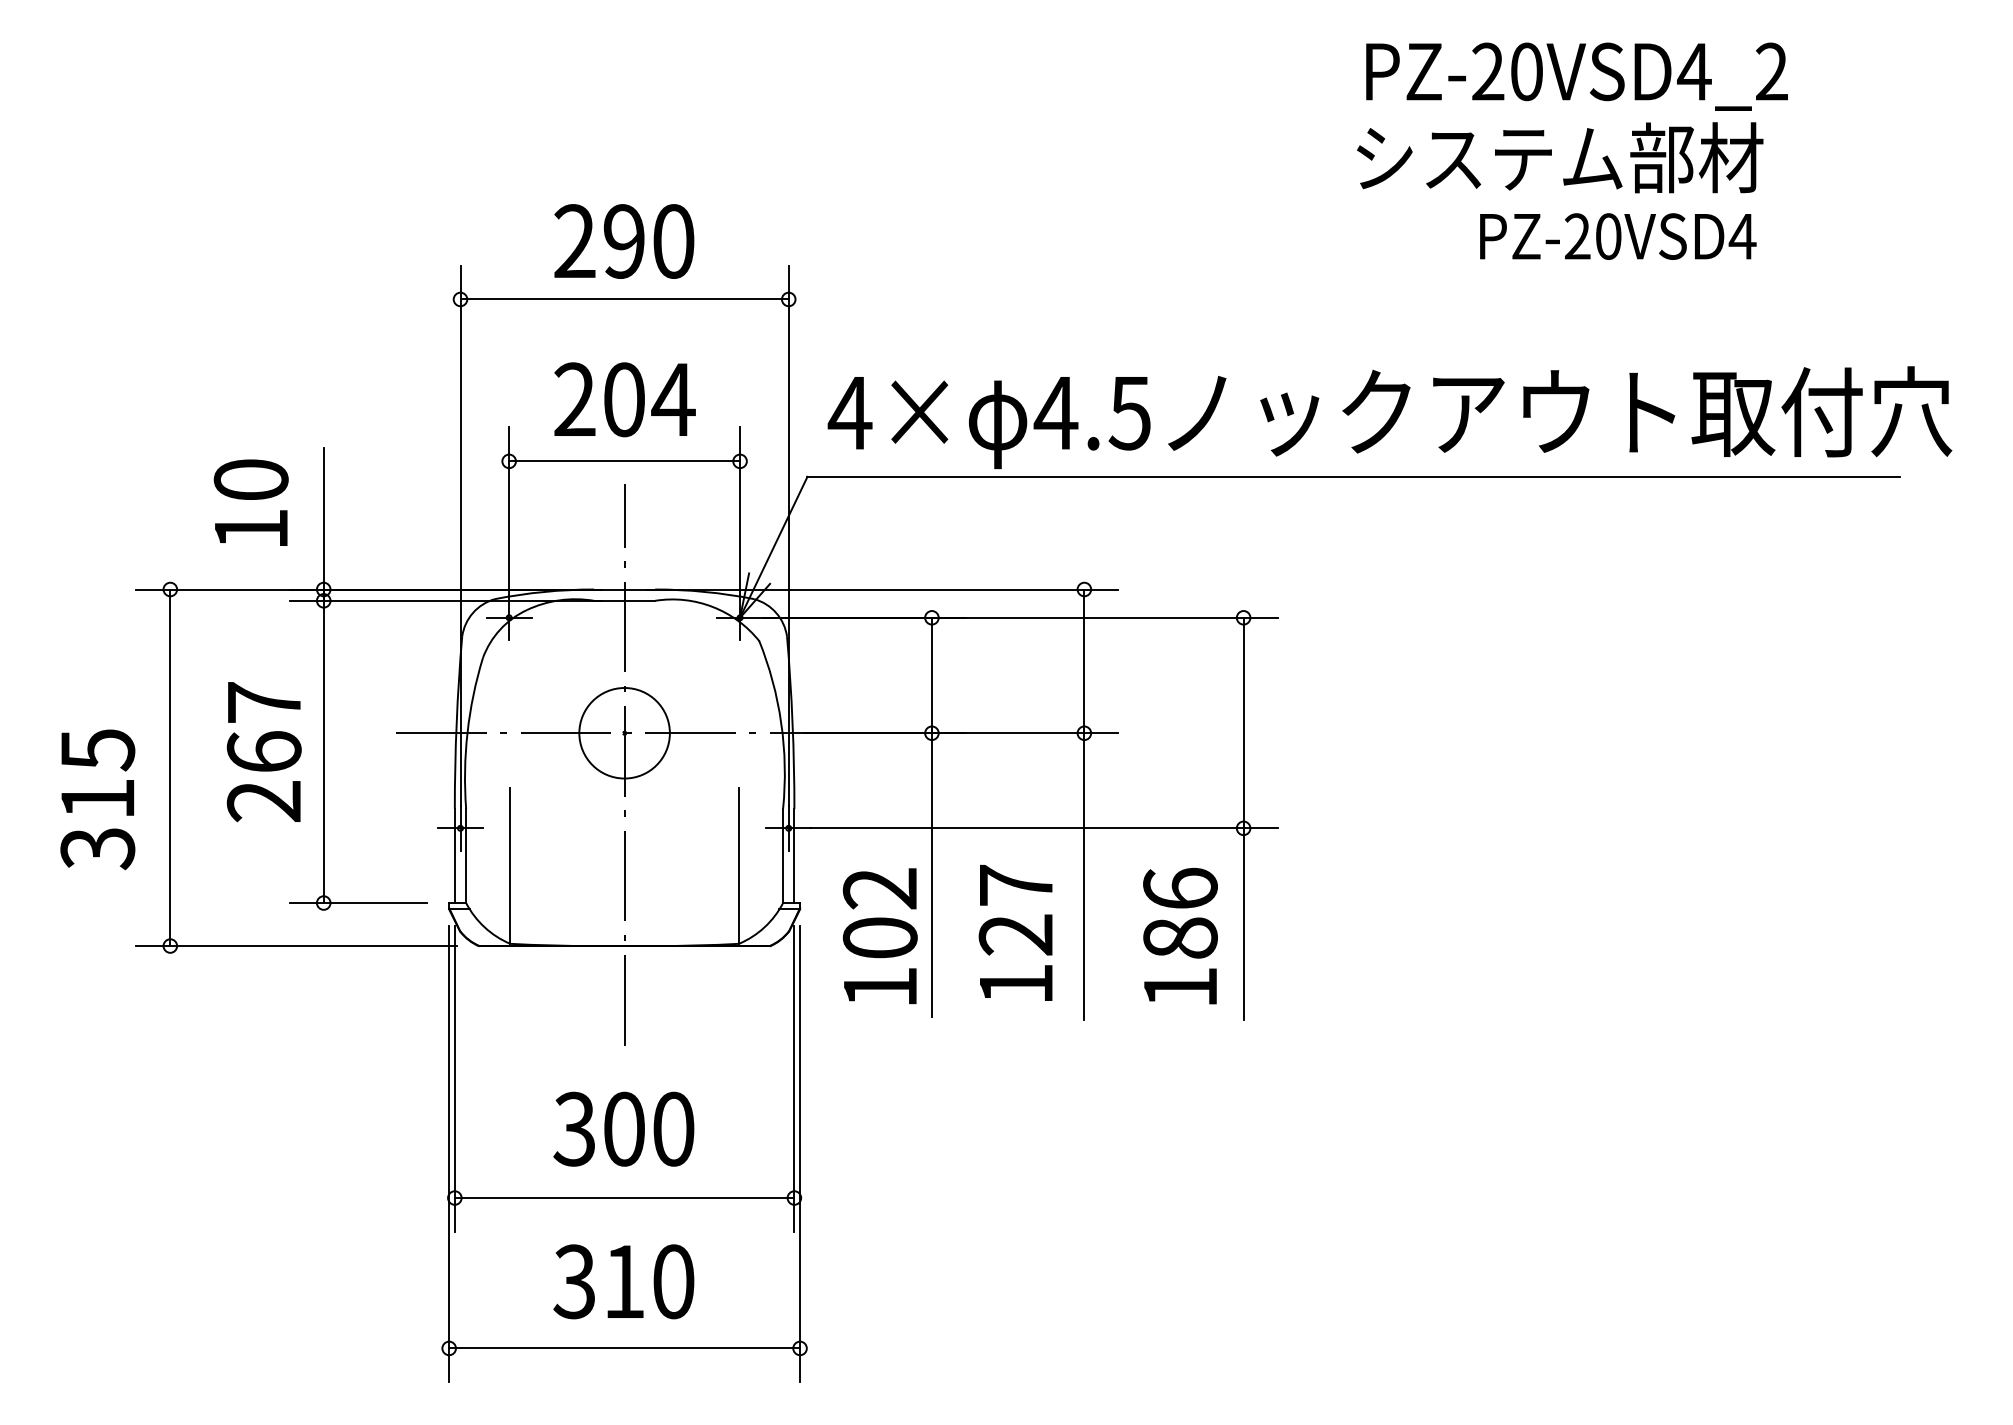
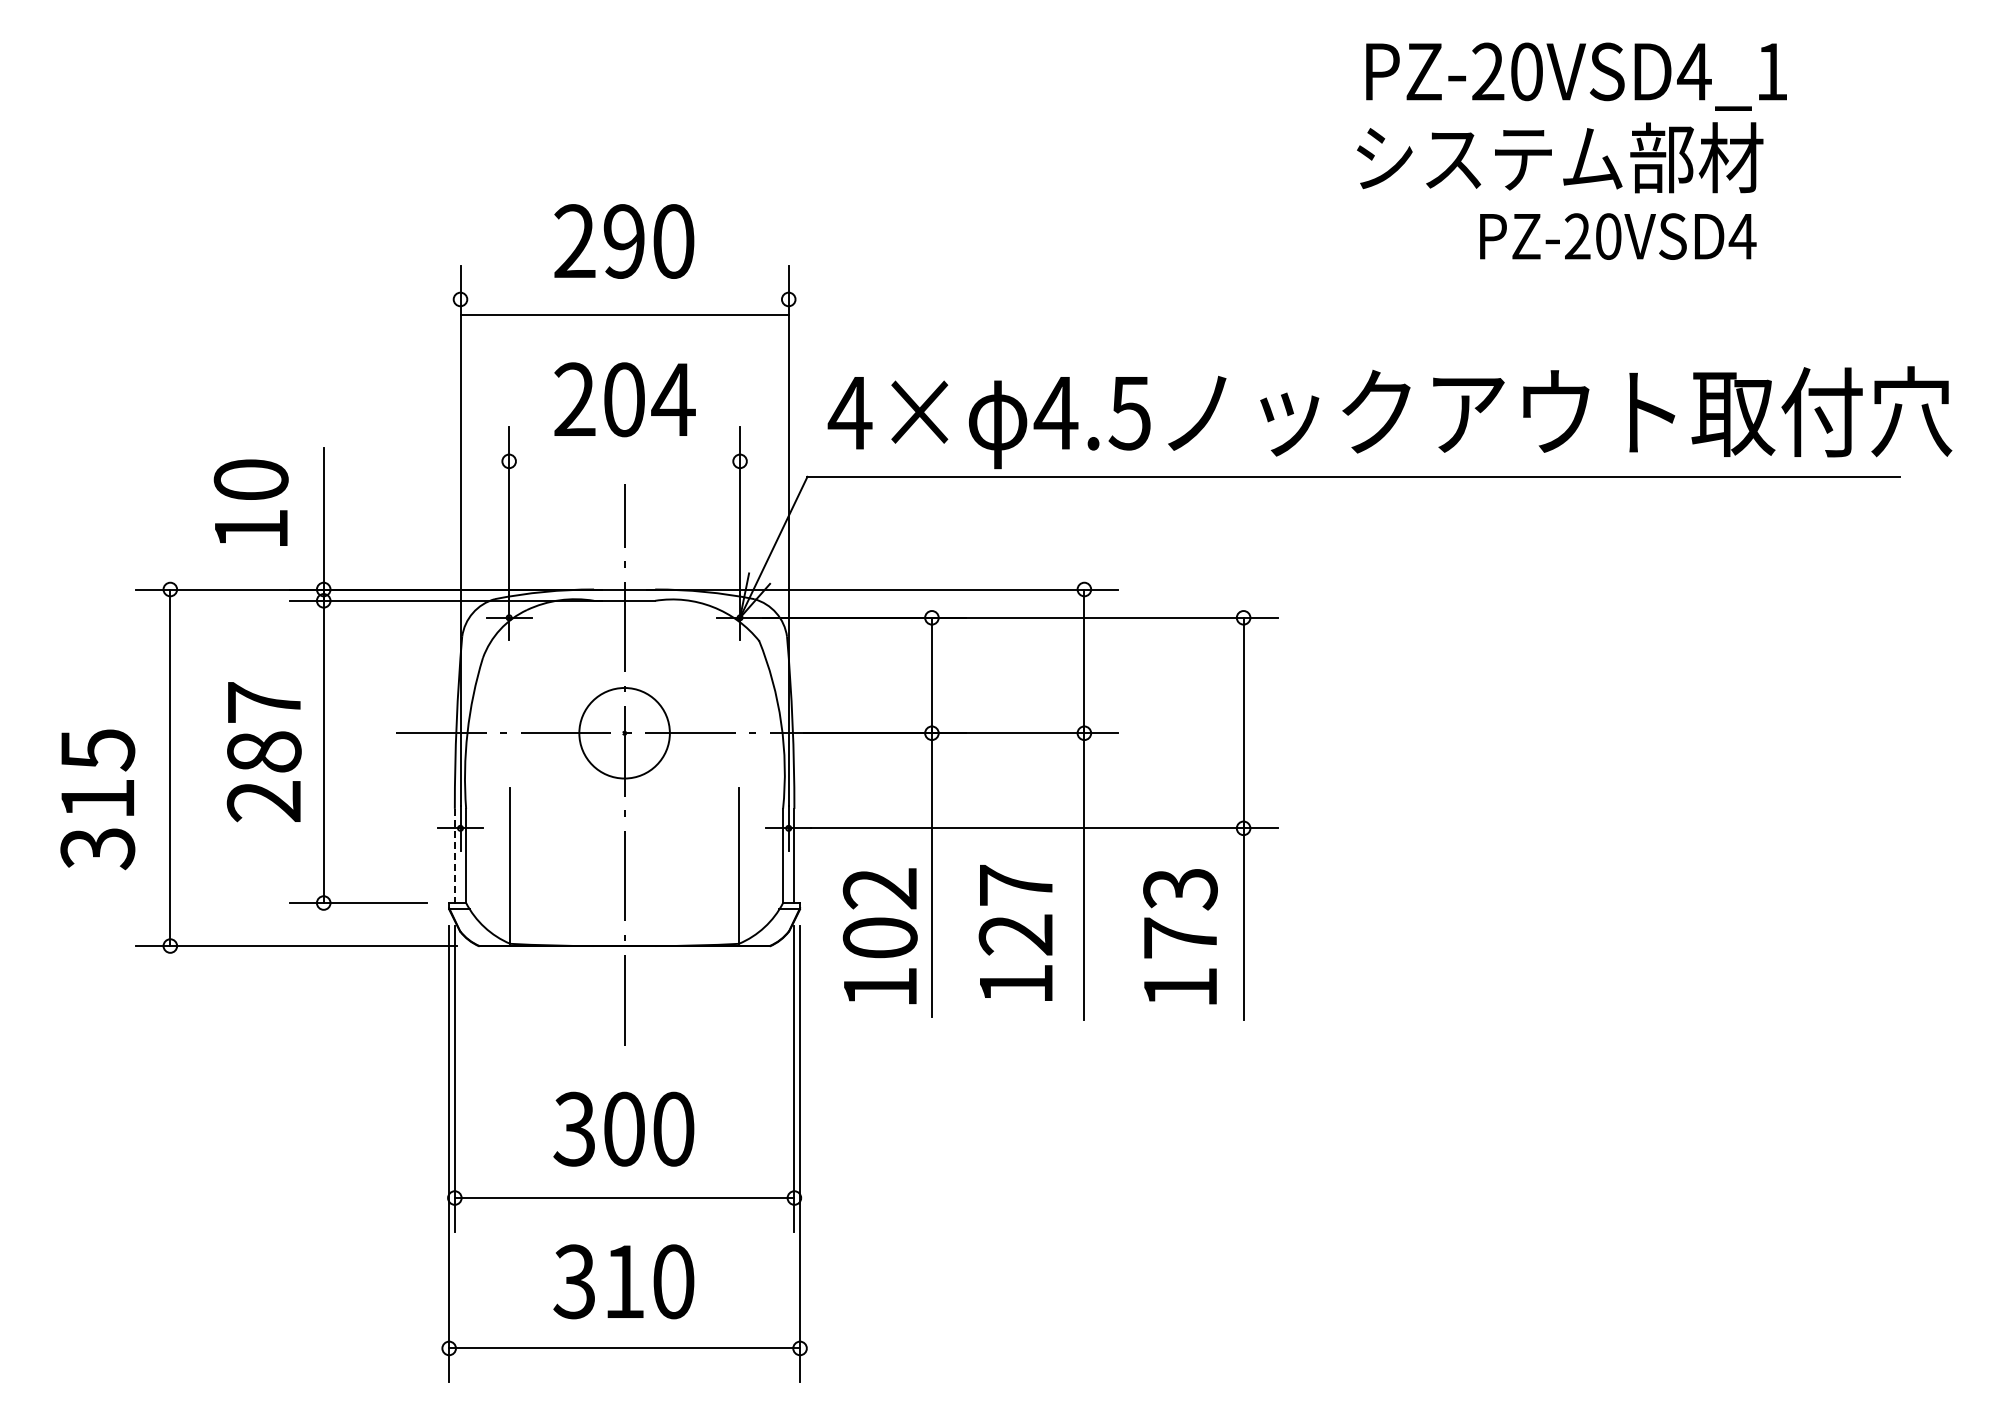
text at (1771, 71): PZ-20VSD4_2 -> PZ-20VSD4_1
line at (624, 299) position: (624, 299) -> (624, 315)
line at (624, 461): present -> none
text at (263, 751): 267 -> 287
line at (454, 856): solid -> dashed
text at (1180, 912): 186 -> 173
